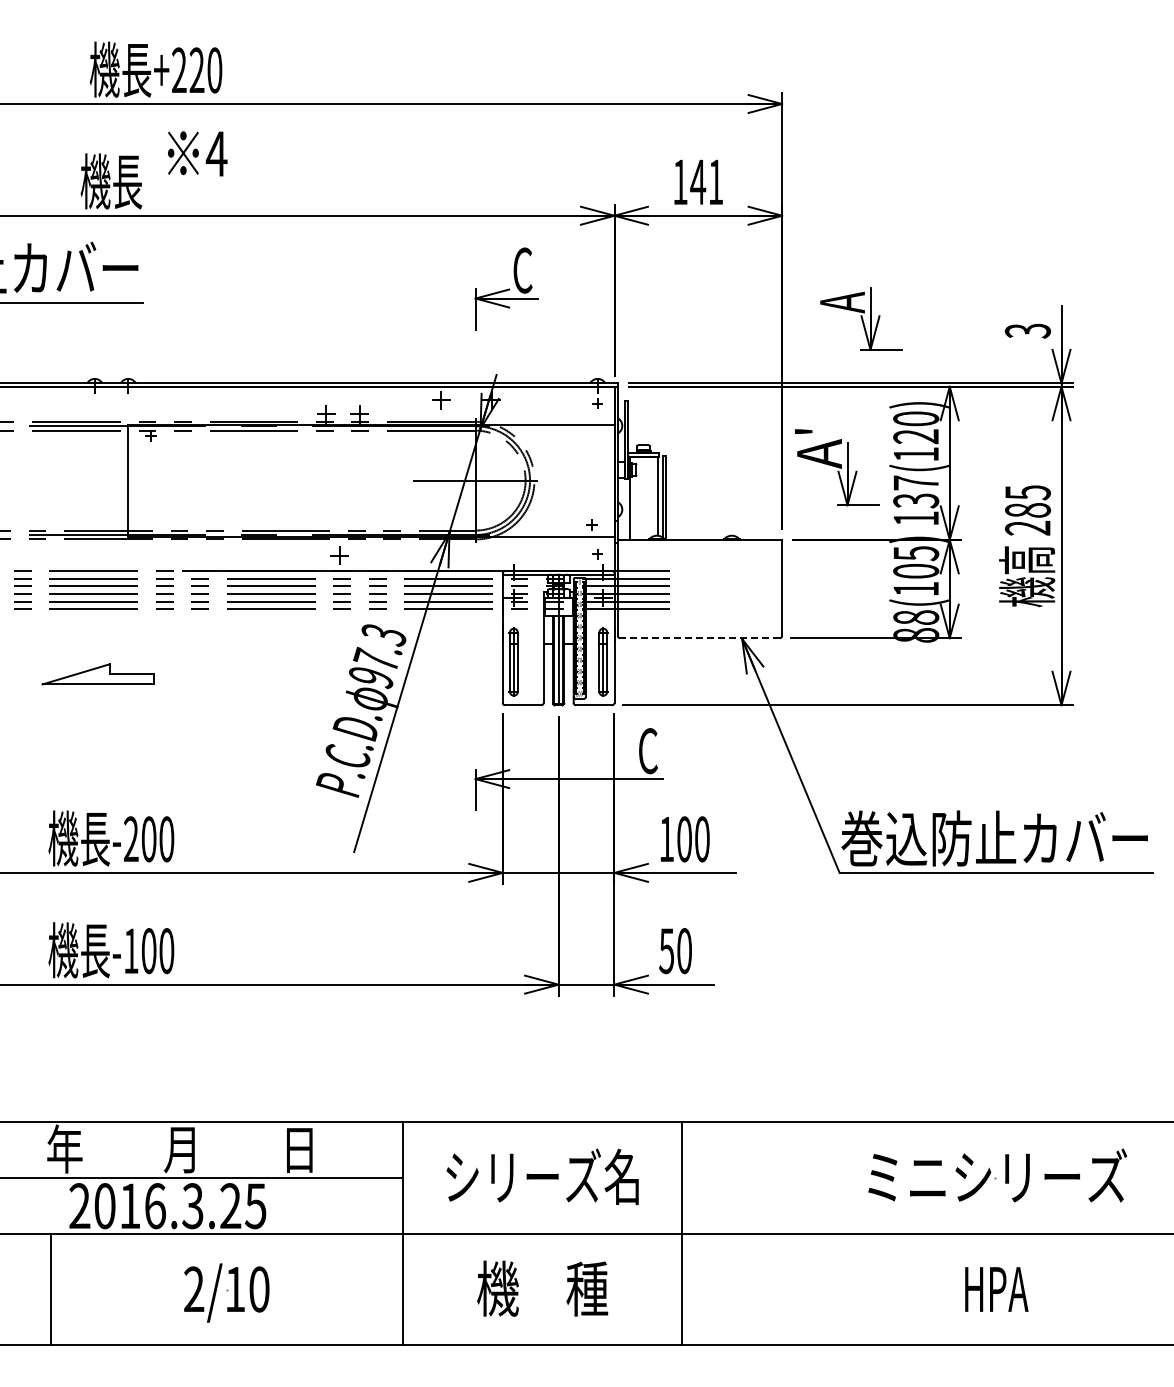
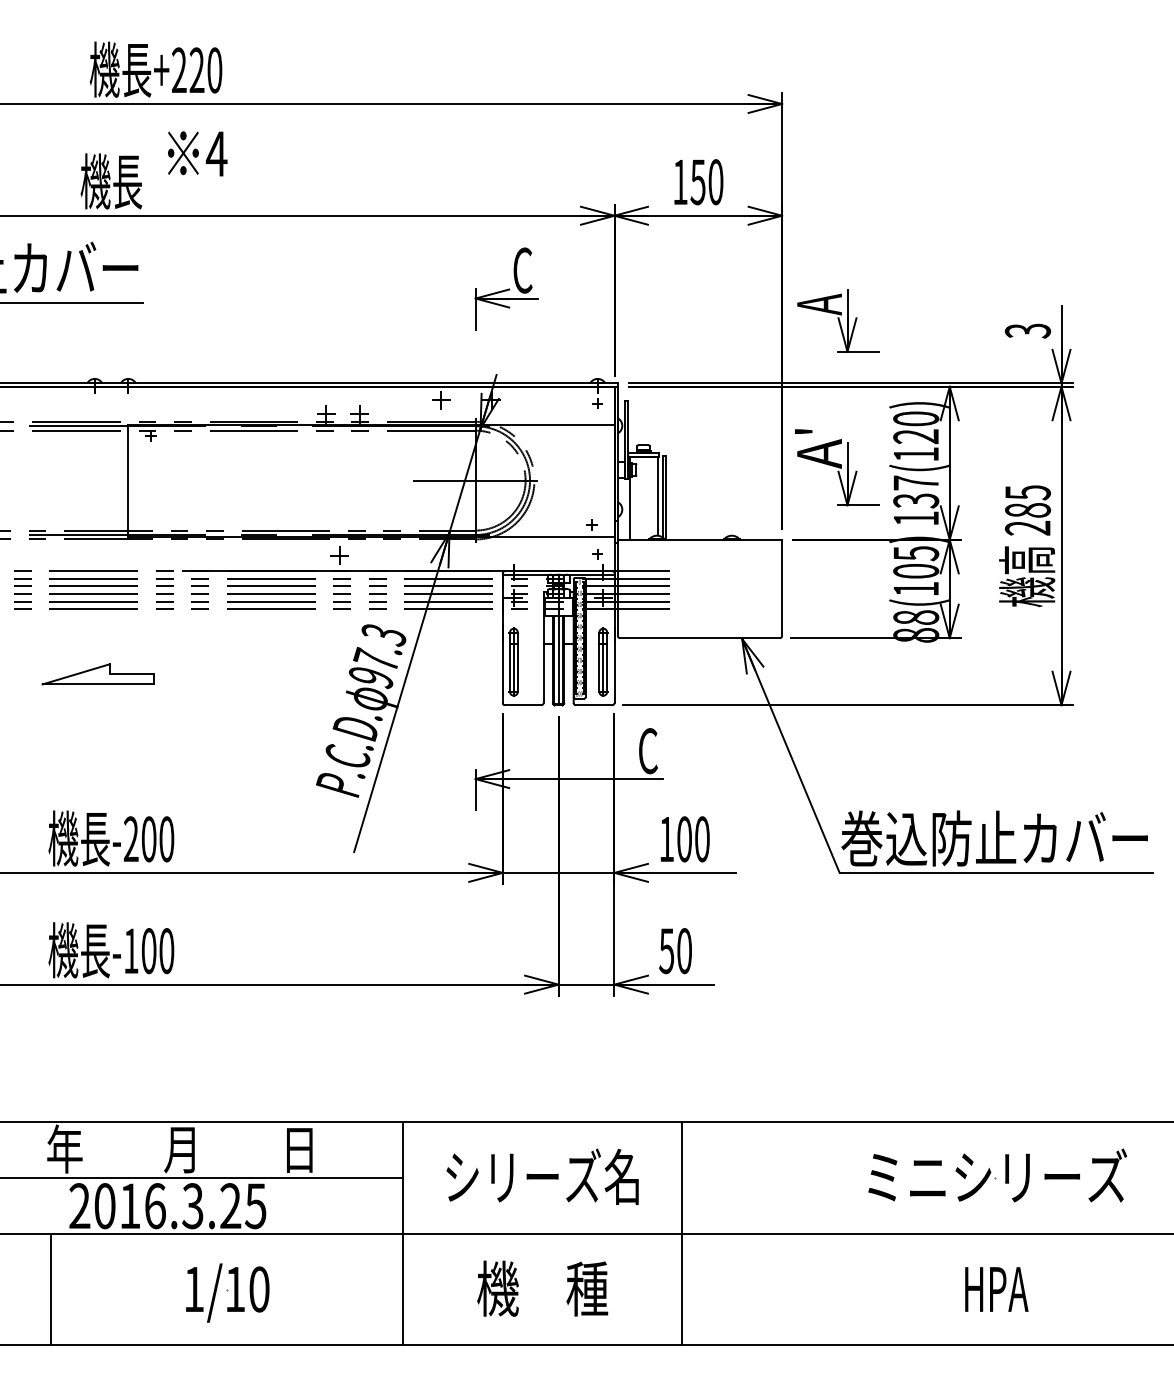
text at (706, 182): 141 -> 150
part at (861, 318) position: (861, 318) -> (838, 320)
line at (699, 638): dashed -> solid
text at (194, 1288): 2/10 -> 1/10
